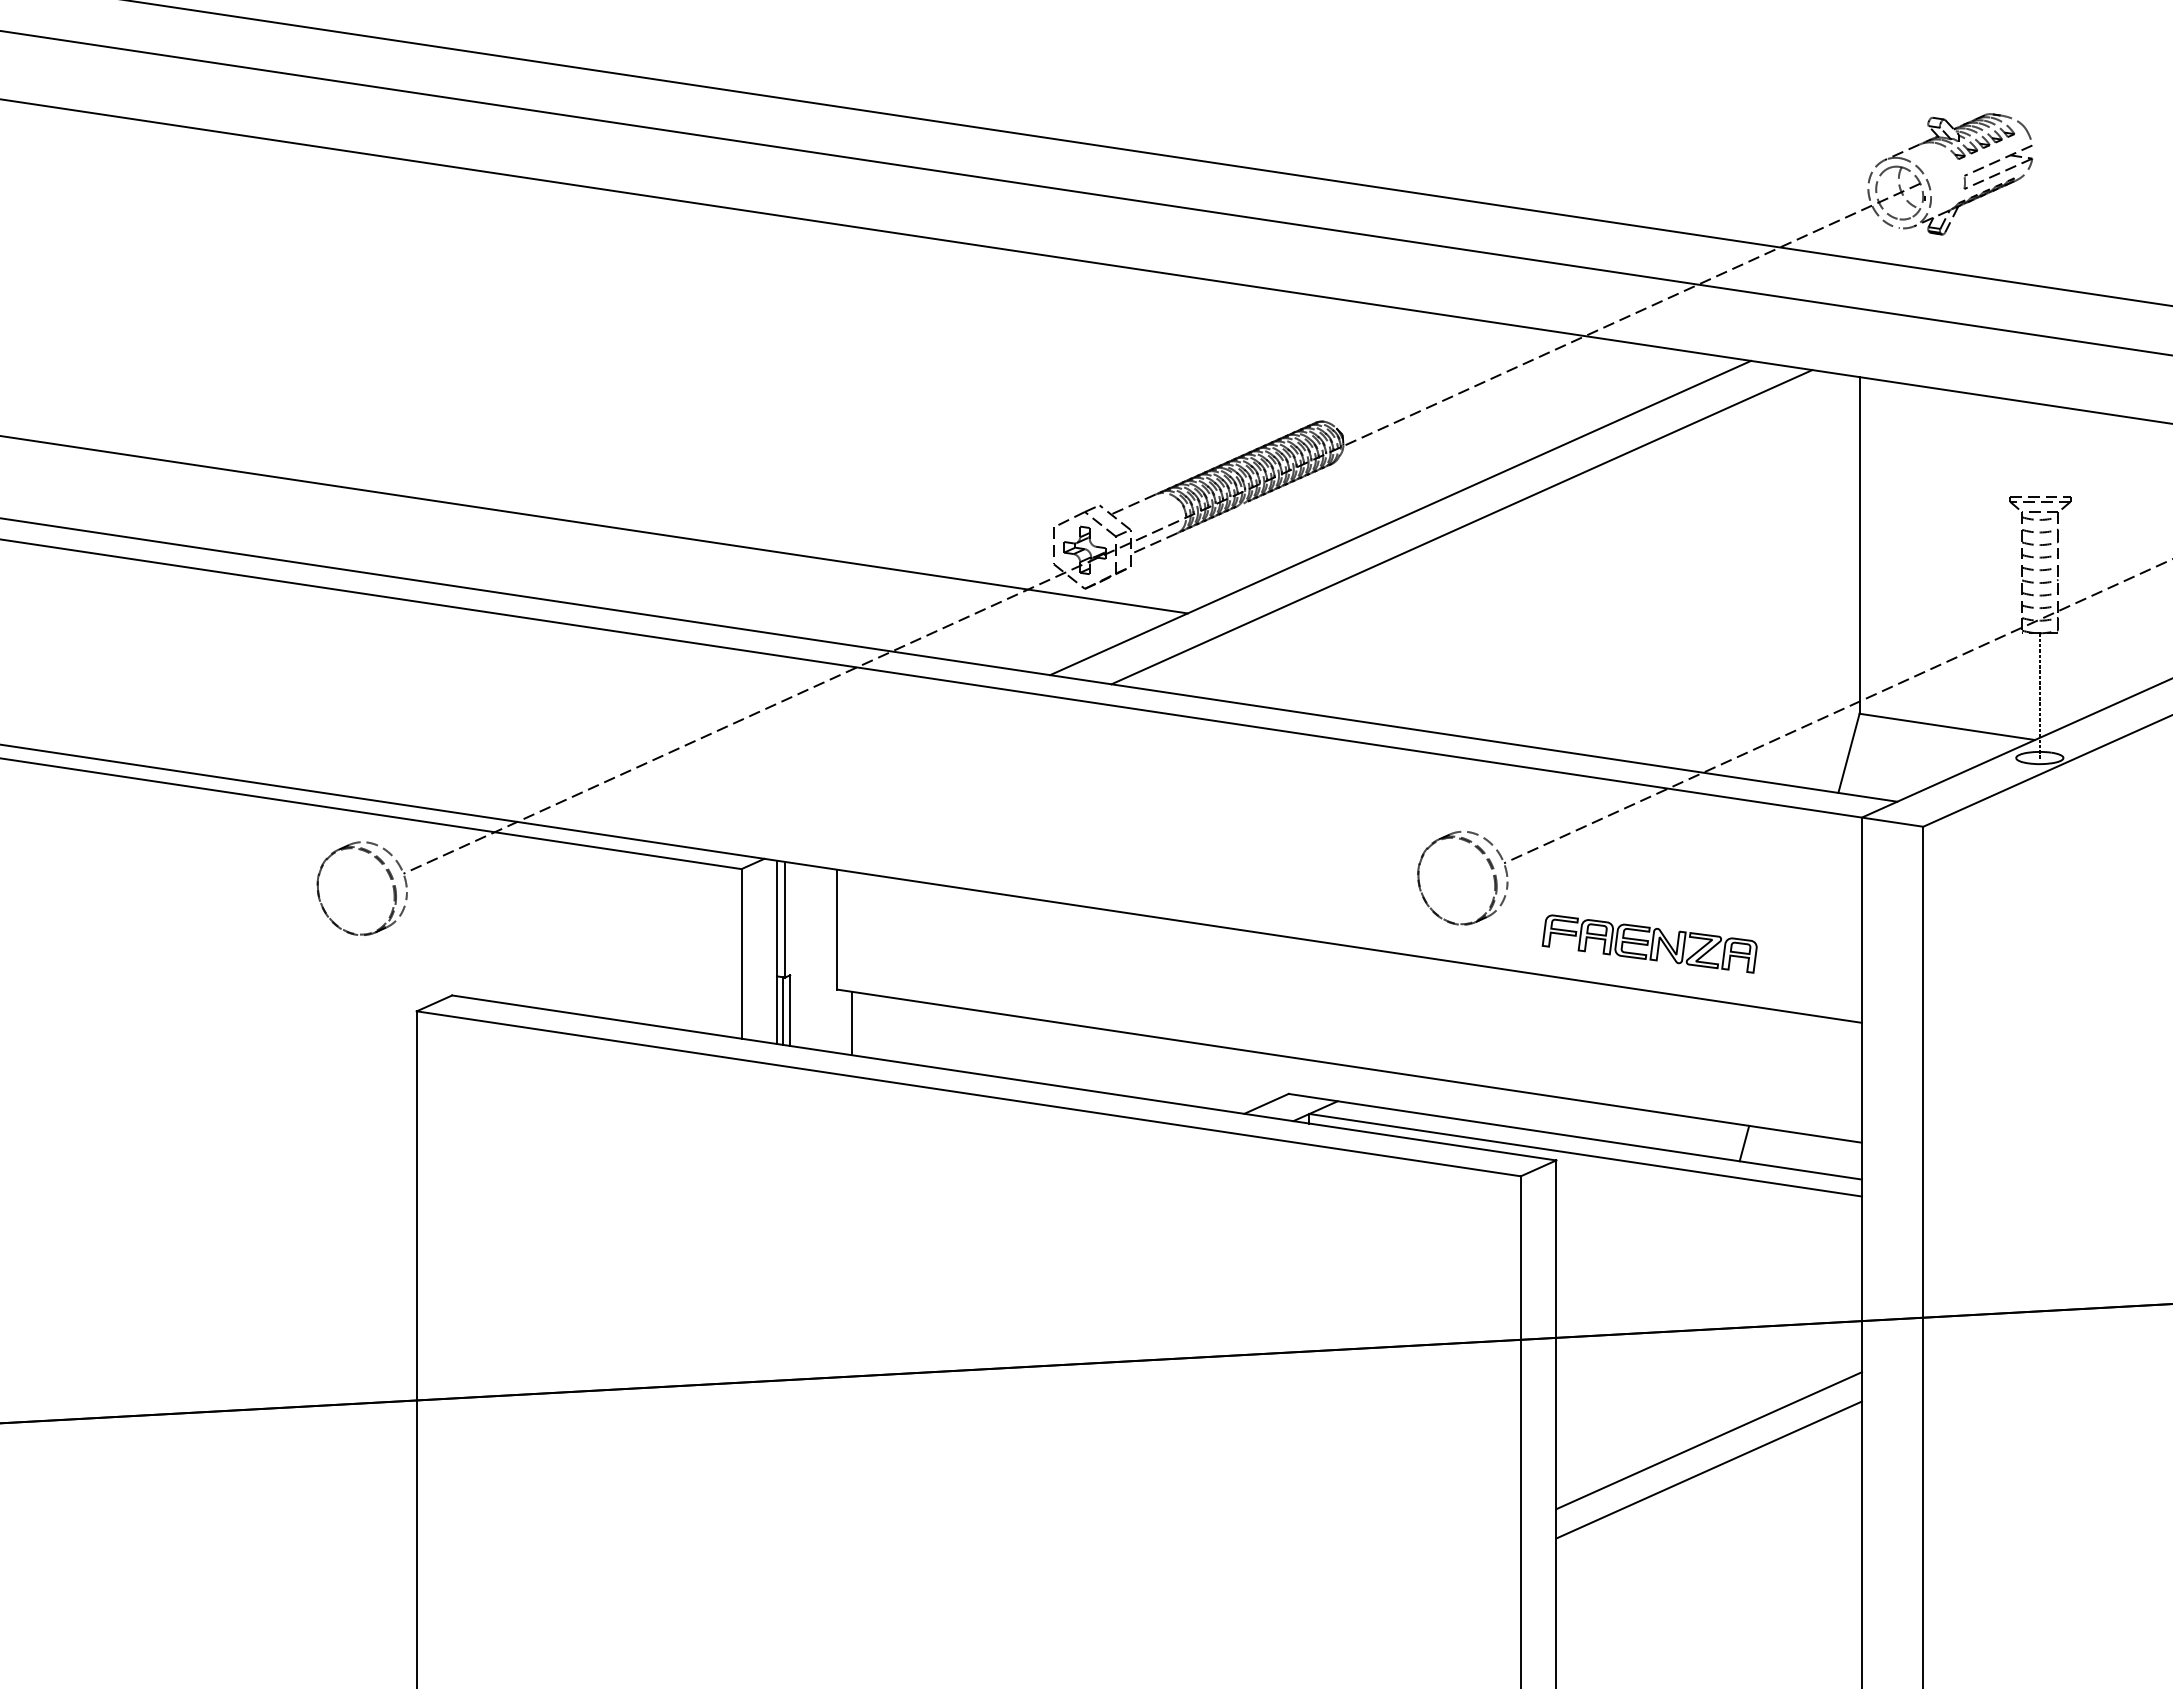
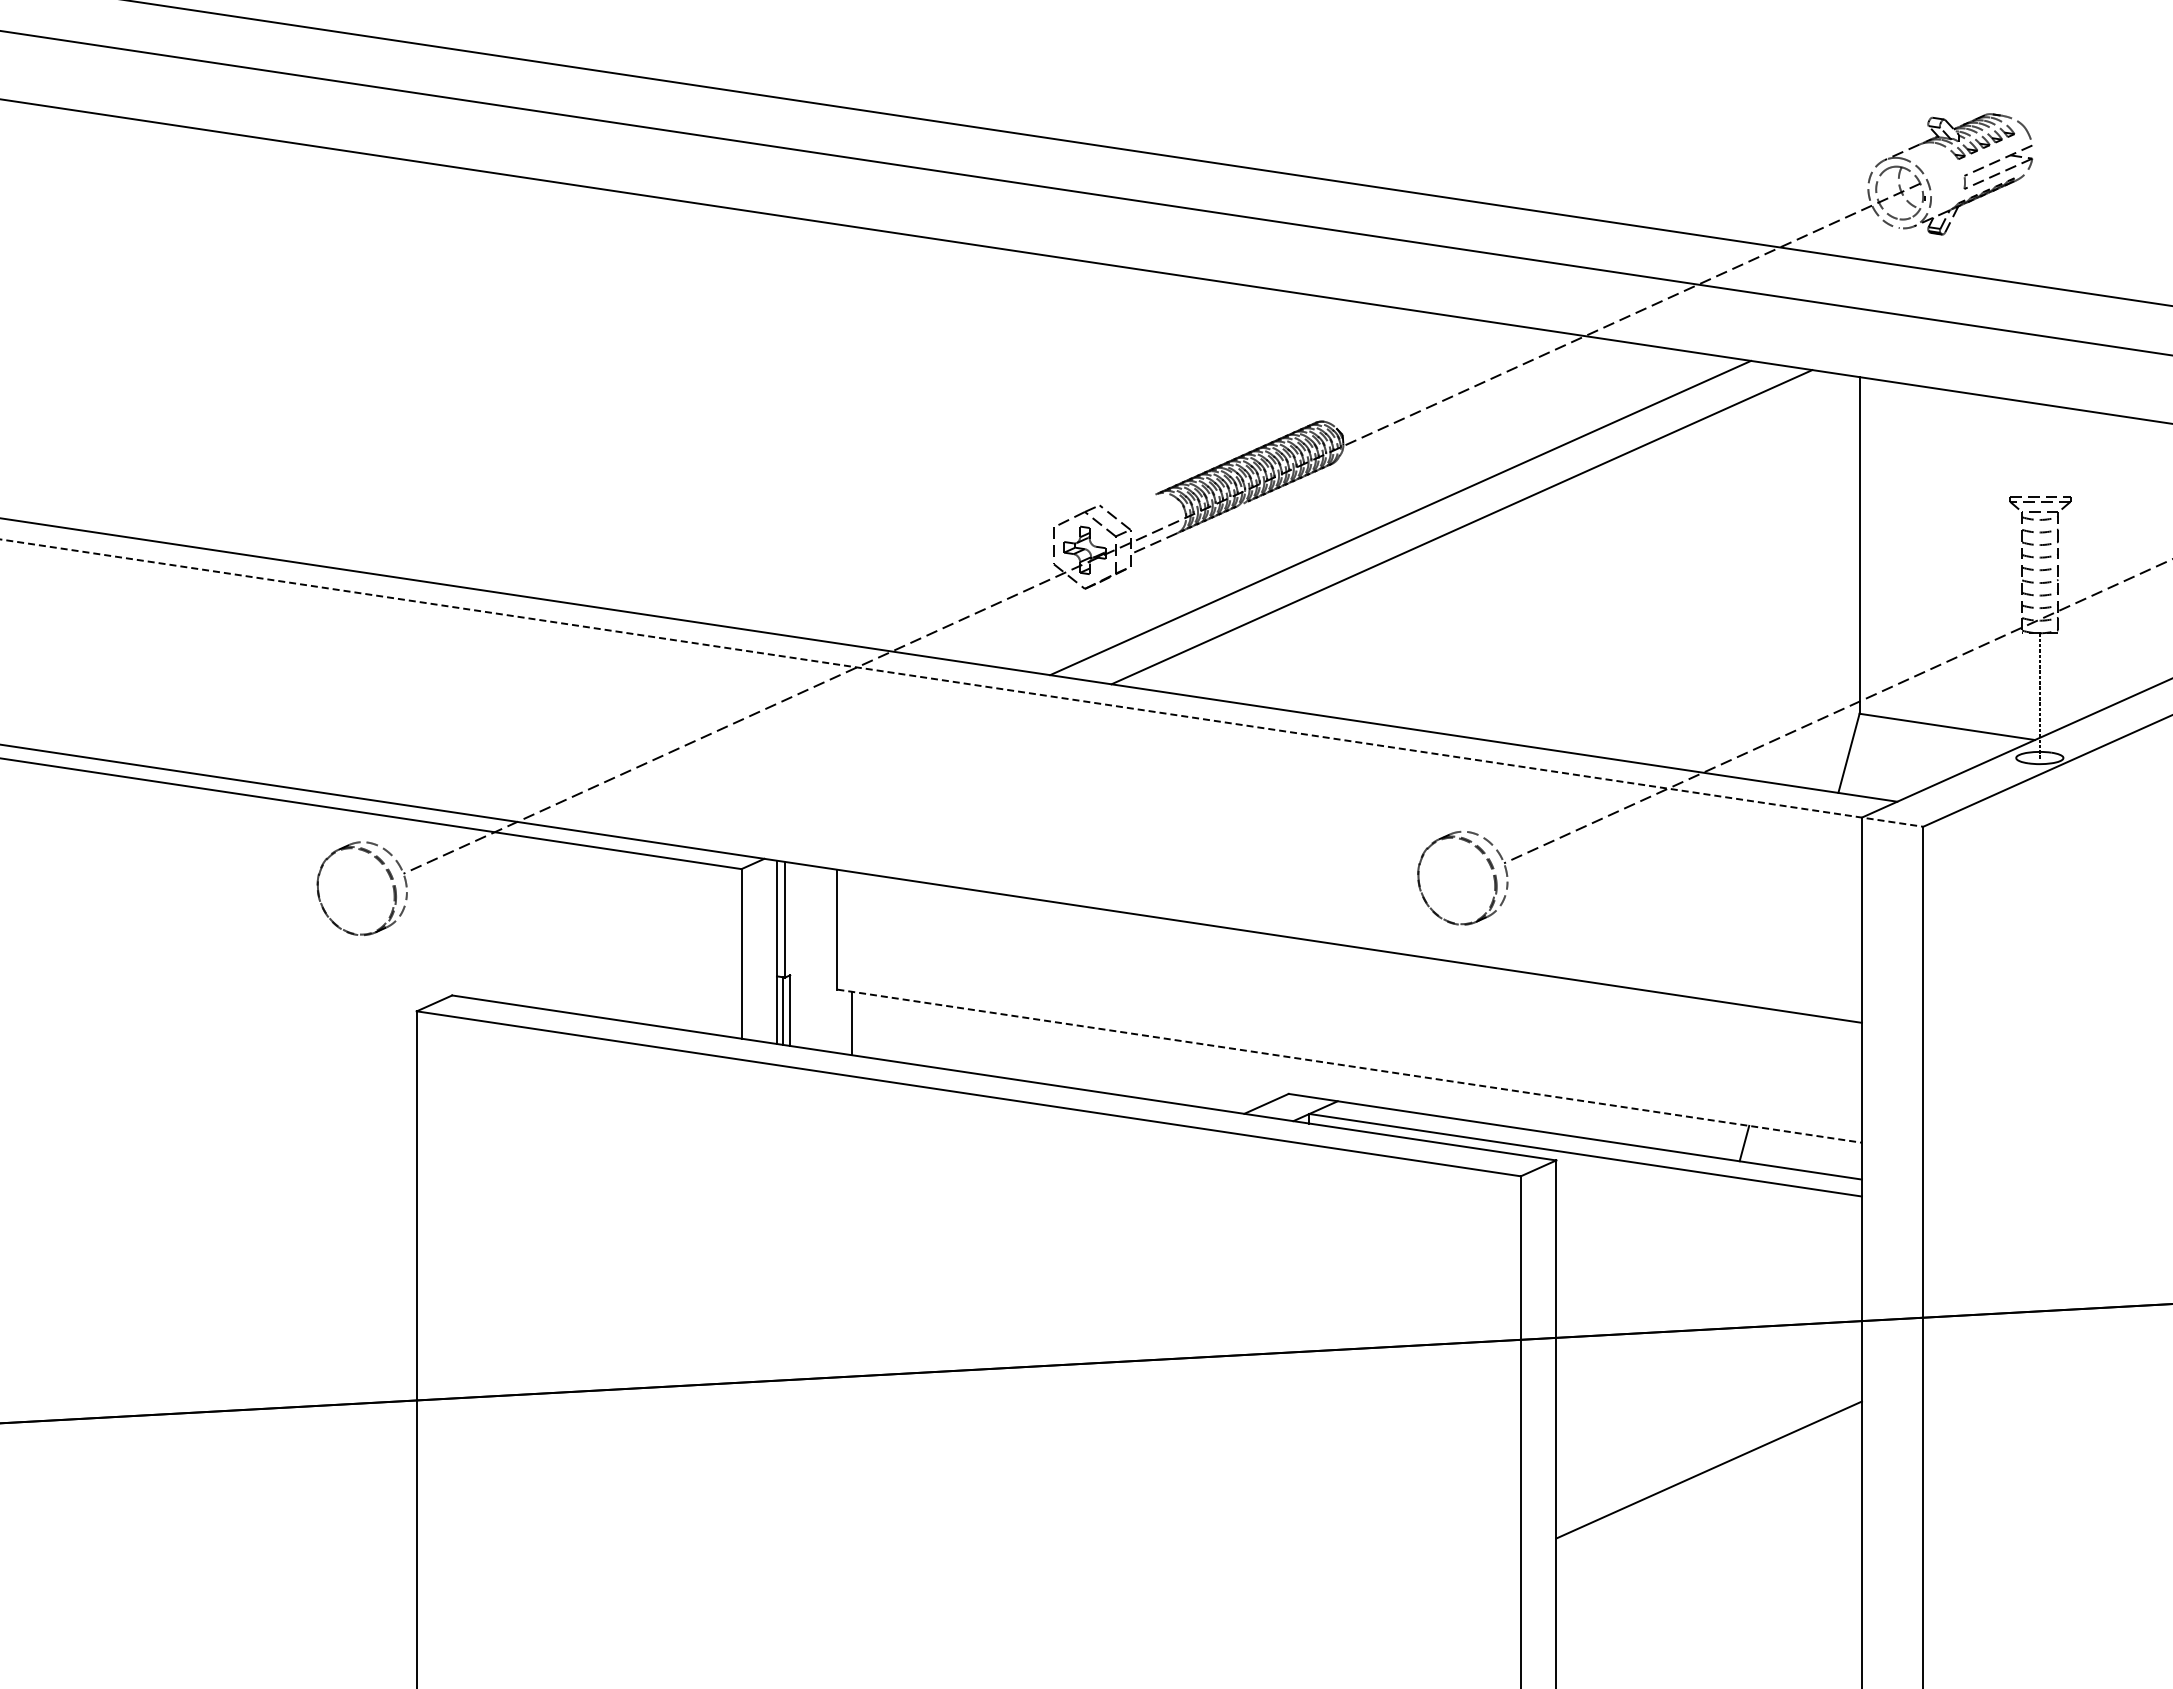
line at (1133, 504): present -> none
line at (594, 524): present -> none
line at (962, 683): solid -> dashed
part at (1649, 943): present -> none
line at (1349, 1066): solid -> dashed
line at (1708, 1440): present -> none
